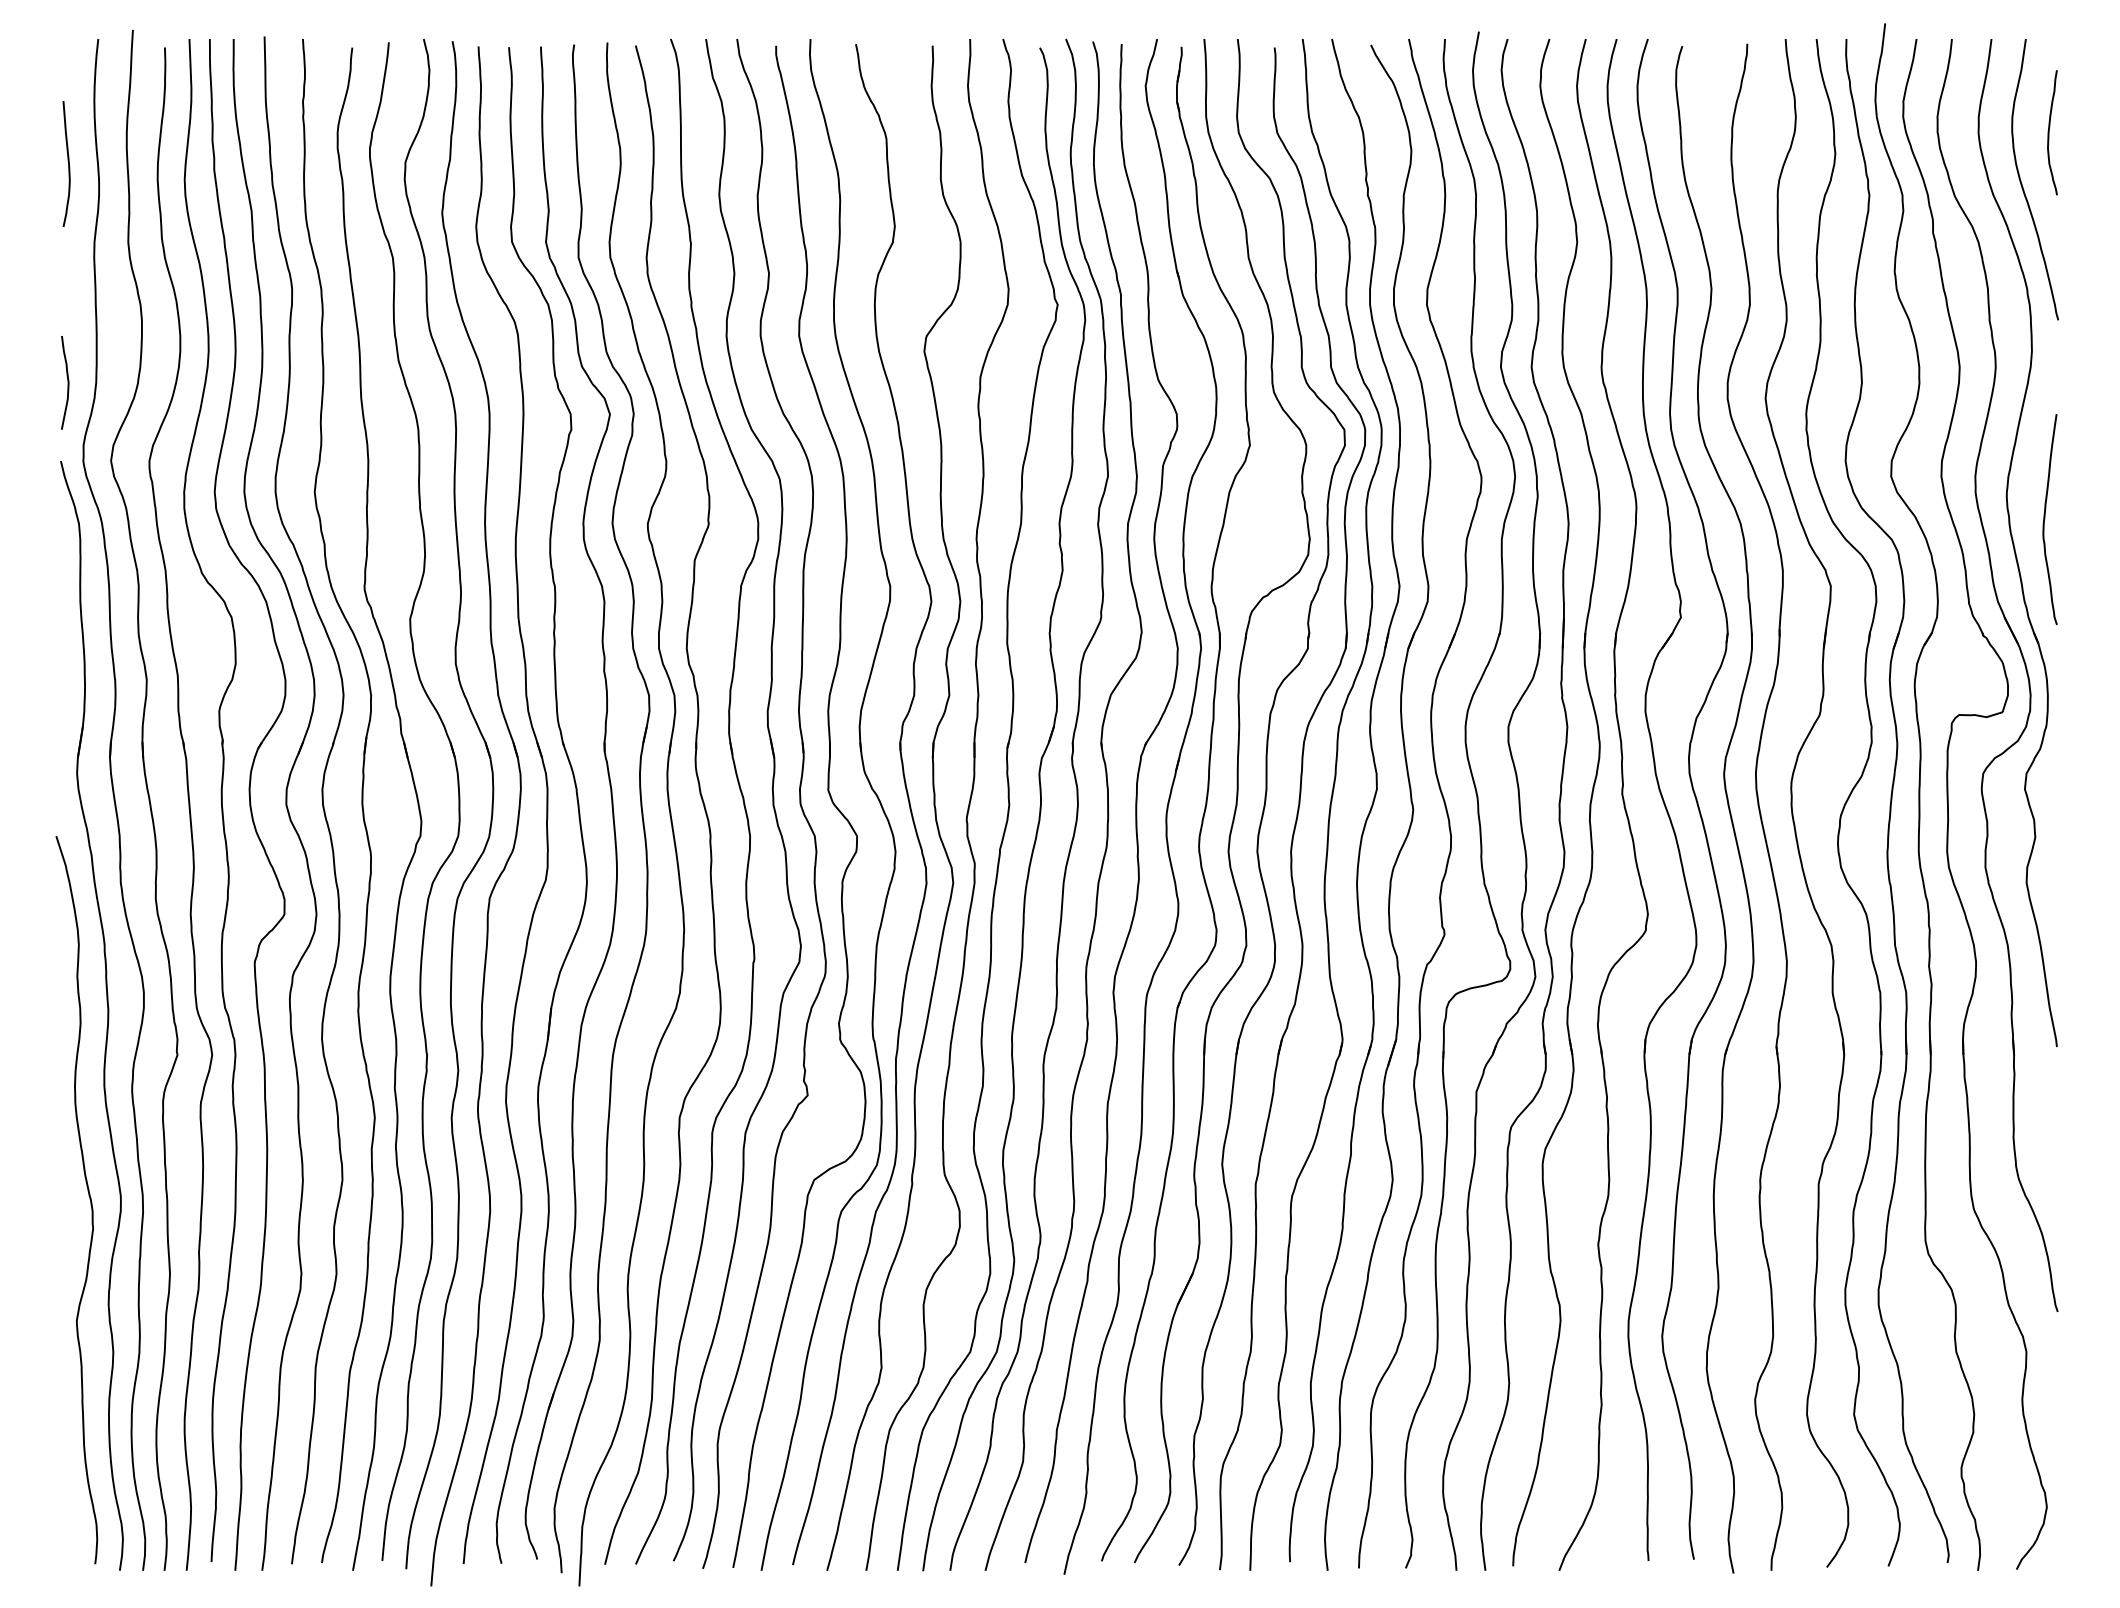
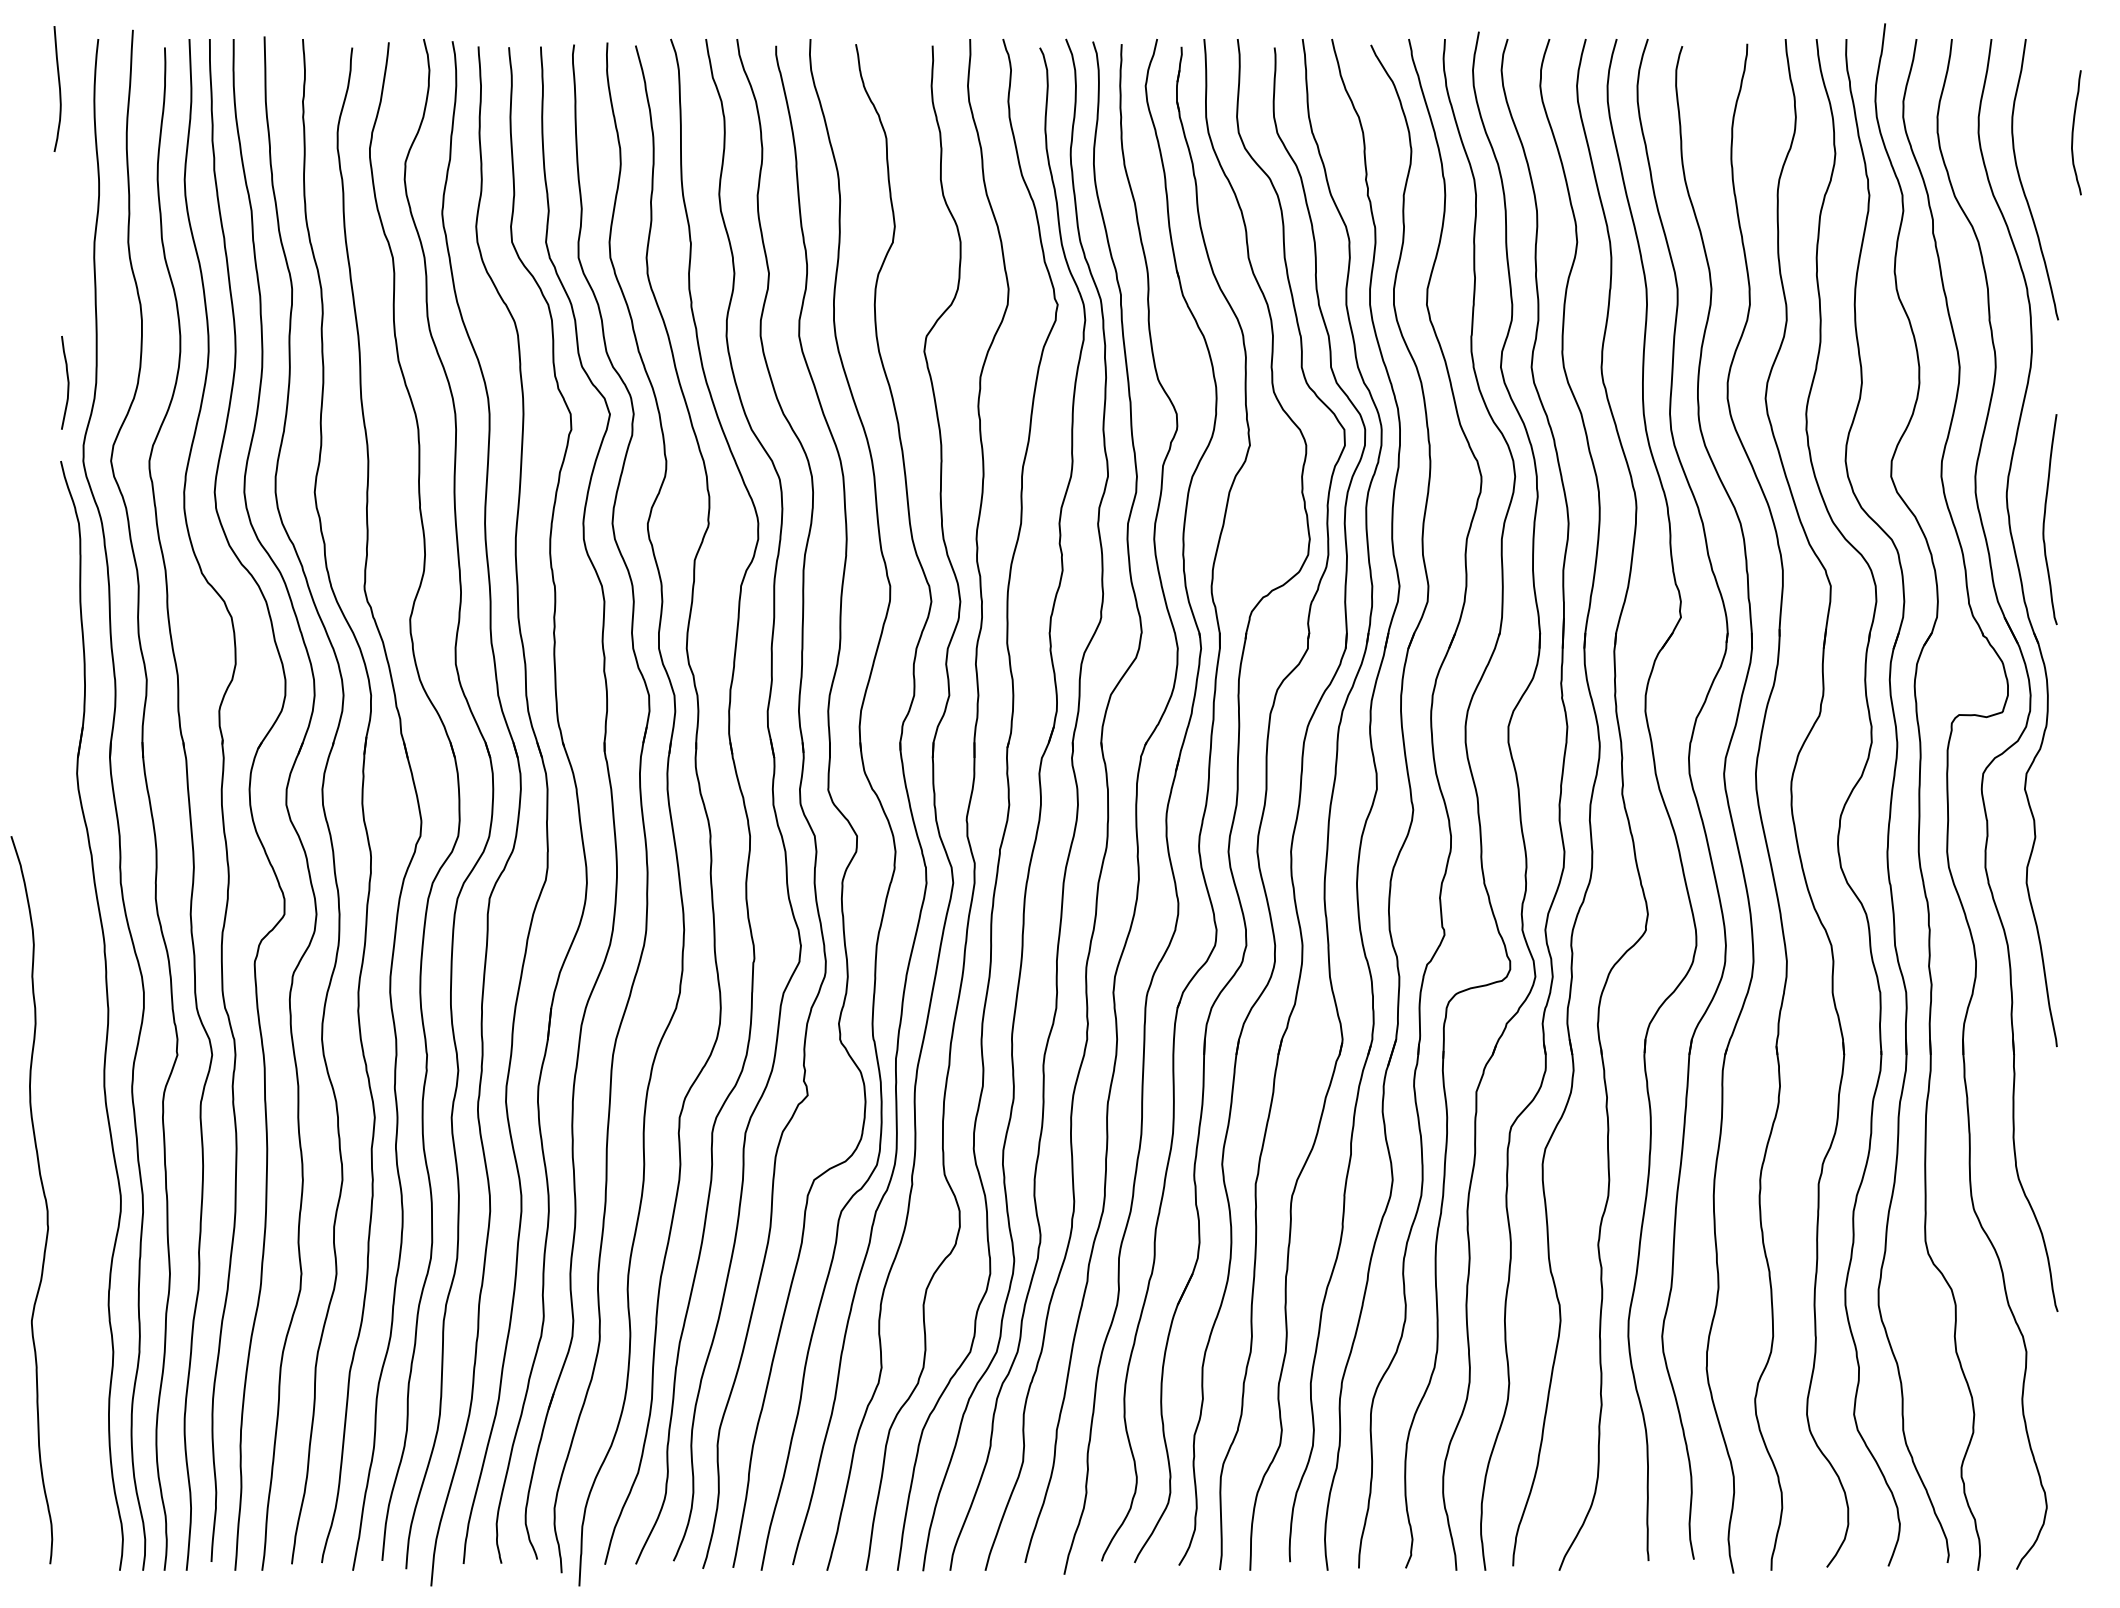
curve at (2049, 132) position: (2049, 132) -> (2073, 132)
curve at (68, 163) position: (68, 163) -> (59, 88)
curve at (88, 1195) position: (88, 1195) -> (43, 1195)
